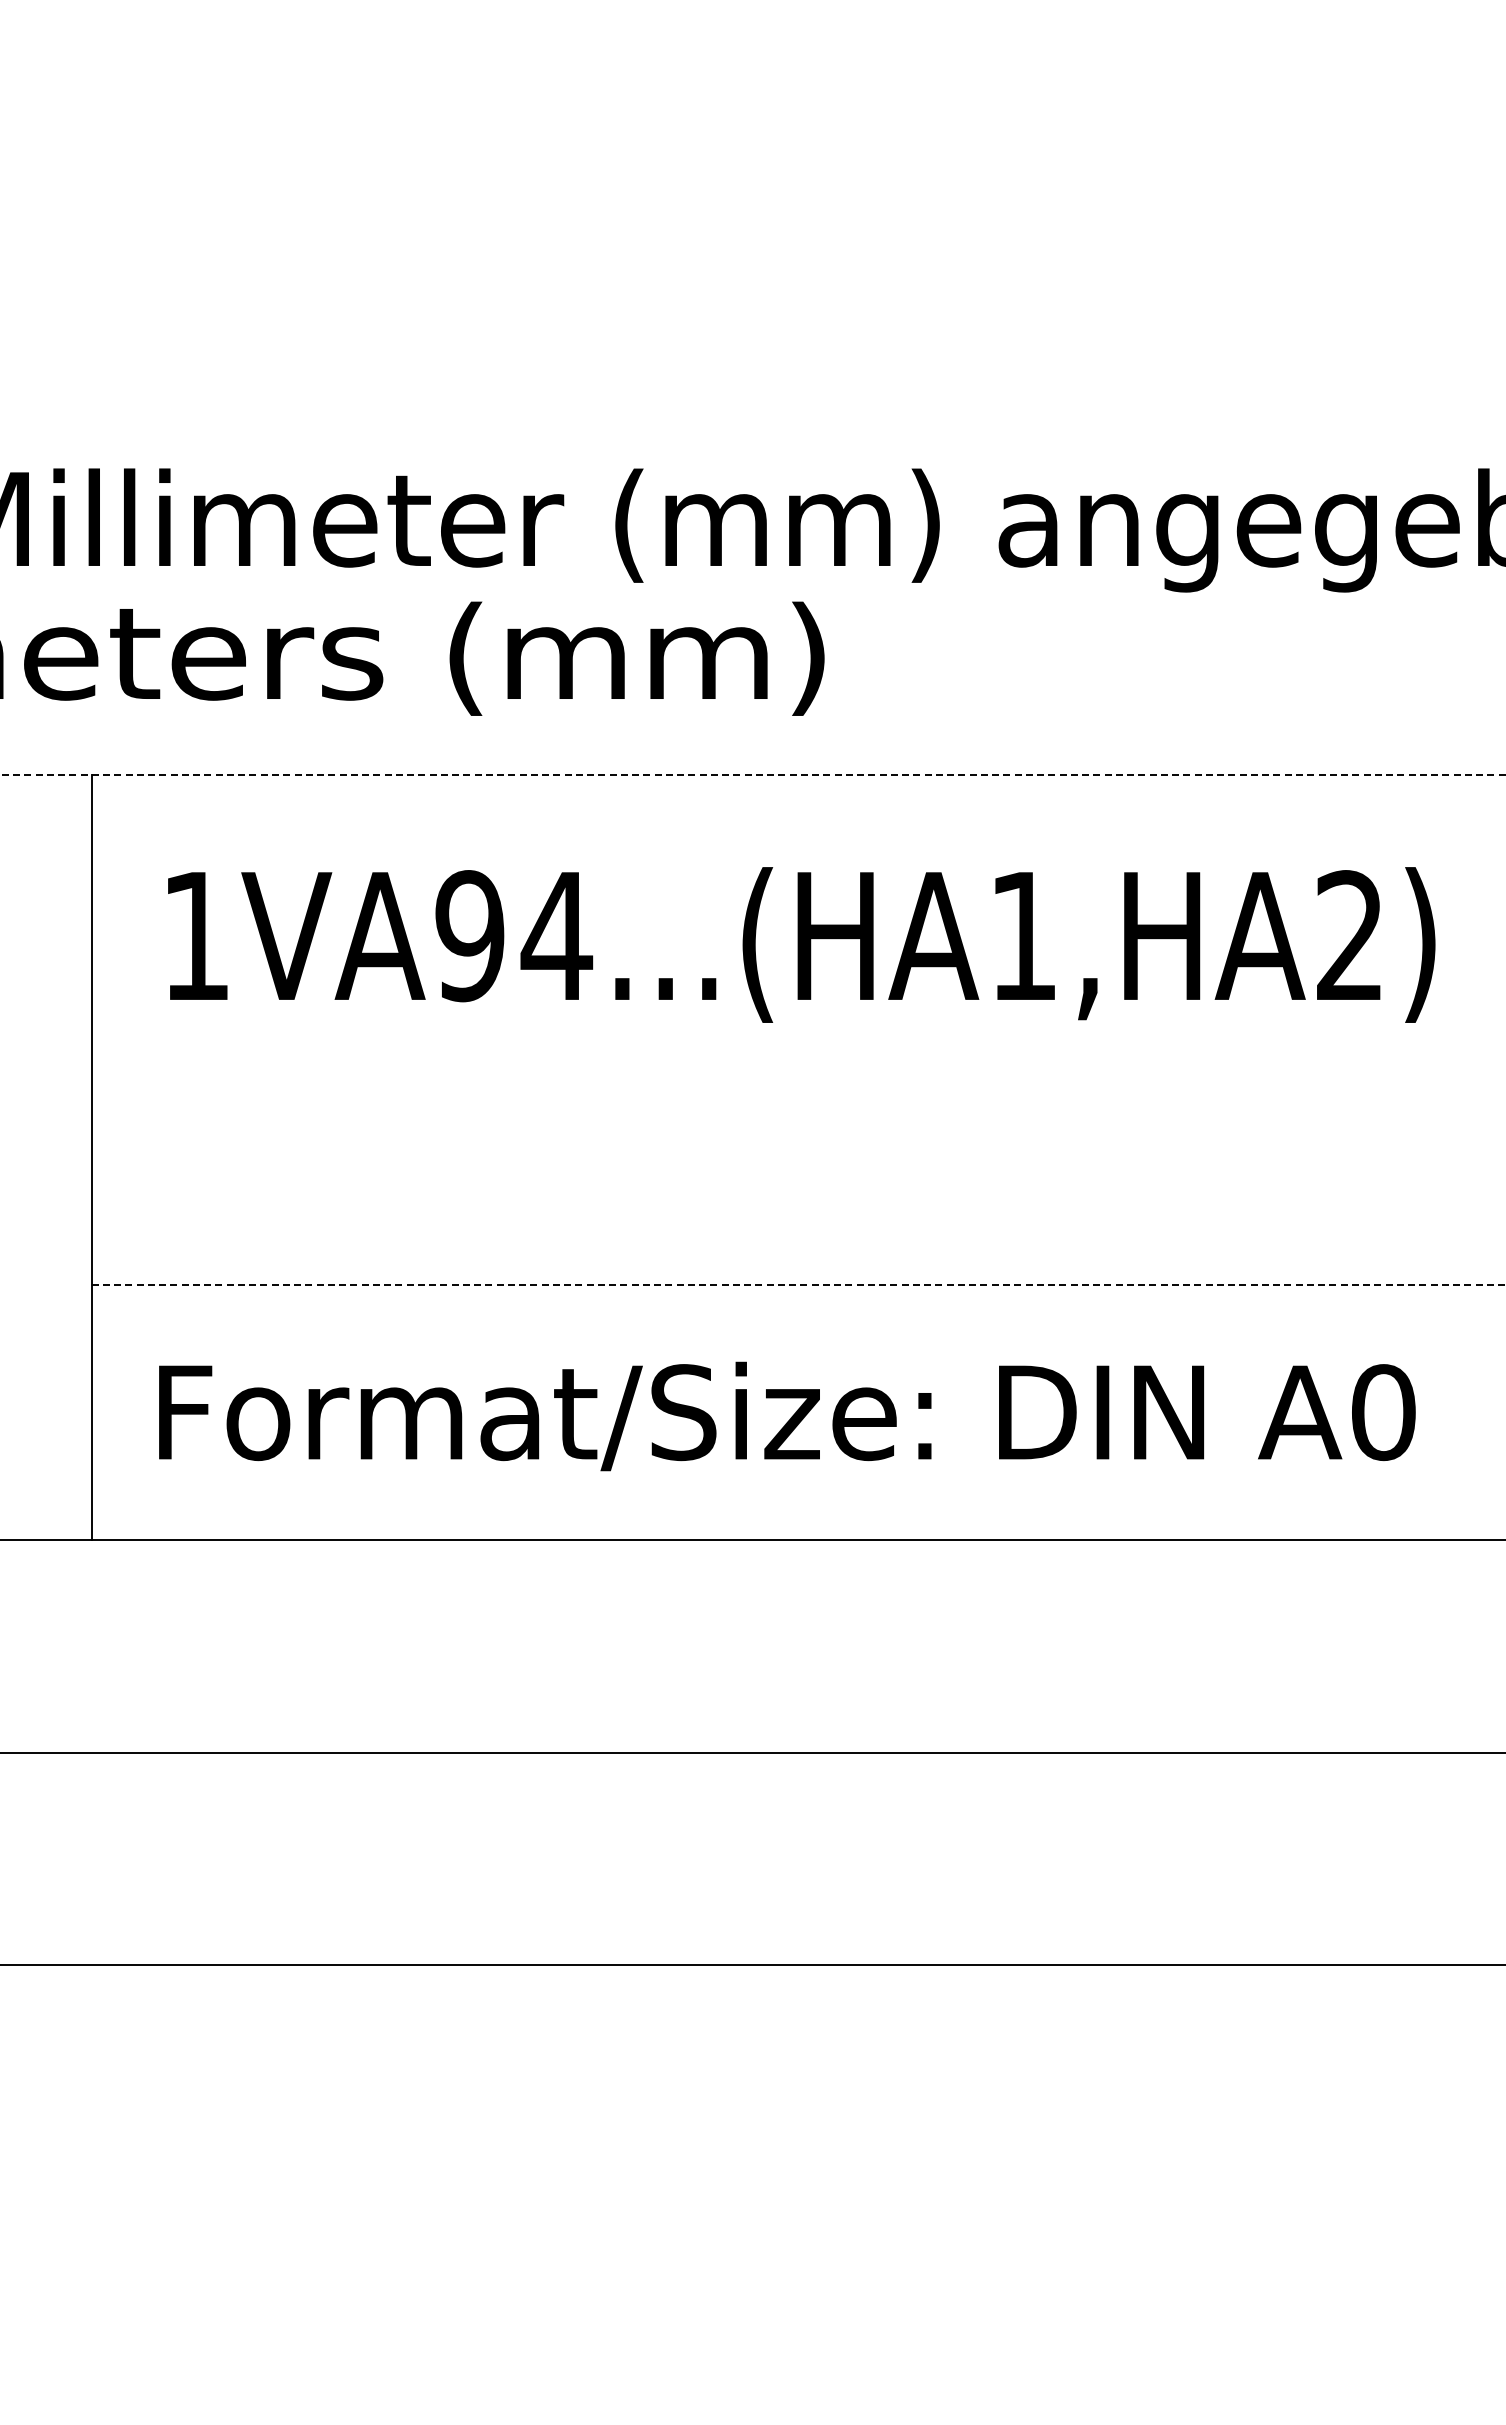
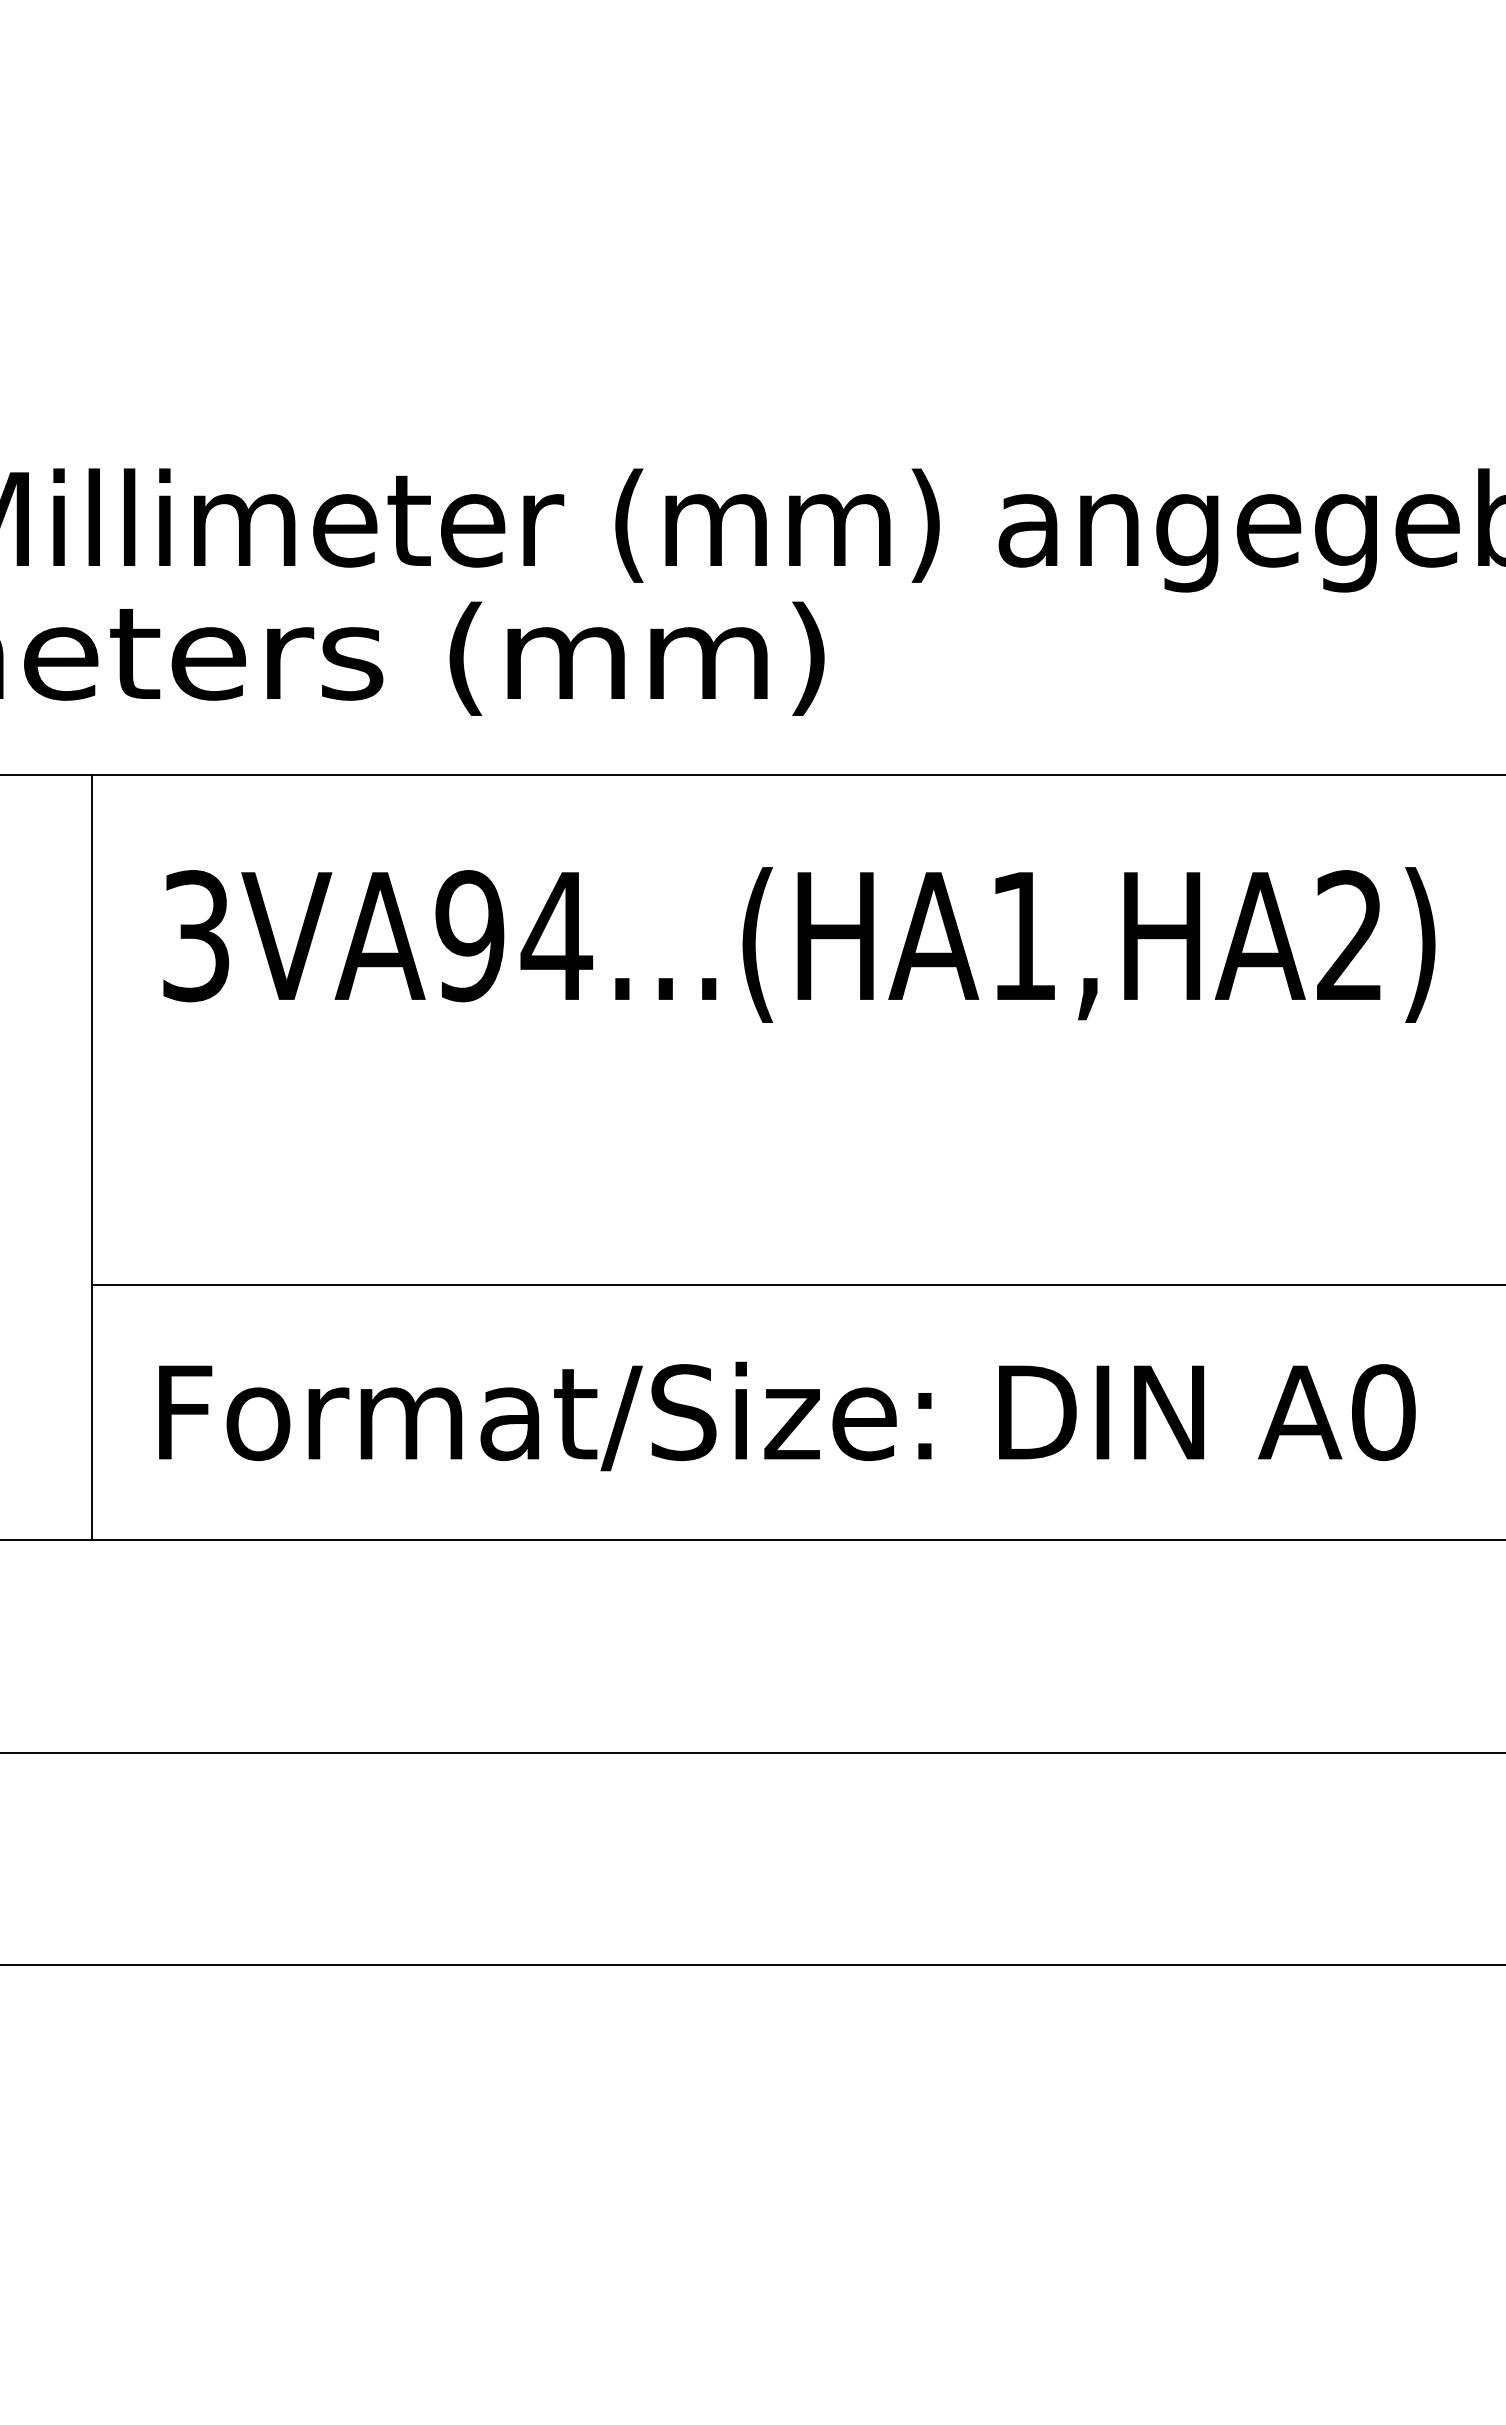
line at (753, 774): dashed -> solid
text at (196, 936): 1VA94...(HA1,HA2) -> 3VA94...(HA1,HA2)
line at (798, 1284): dashed -> solid
